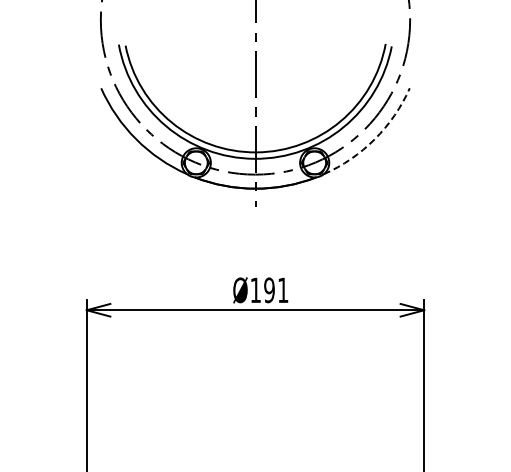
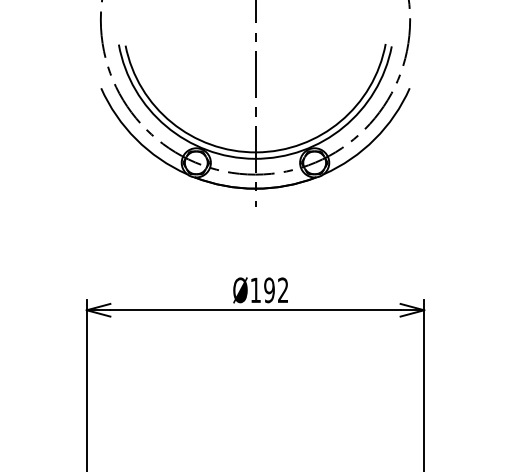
arc at (374, 139): dashed -> solid
text at (283, 289): Ø191 -> Ø192
